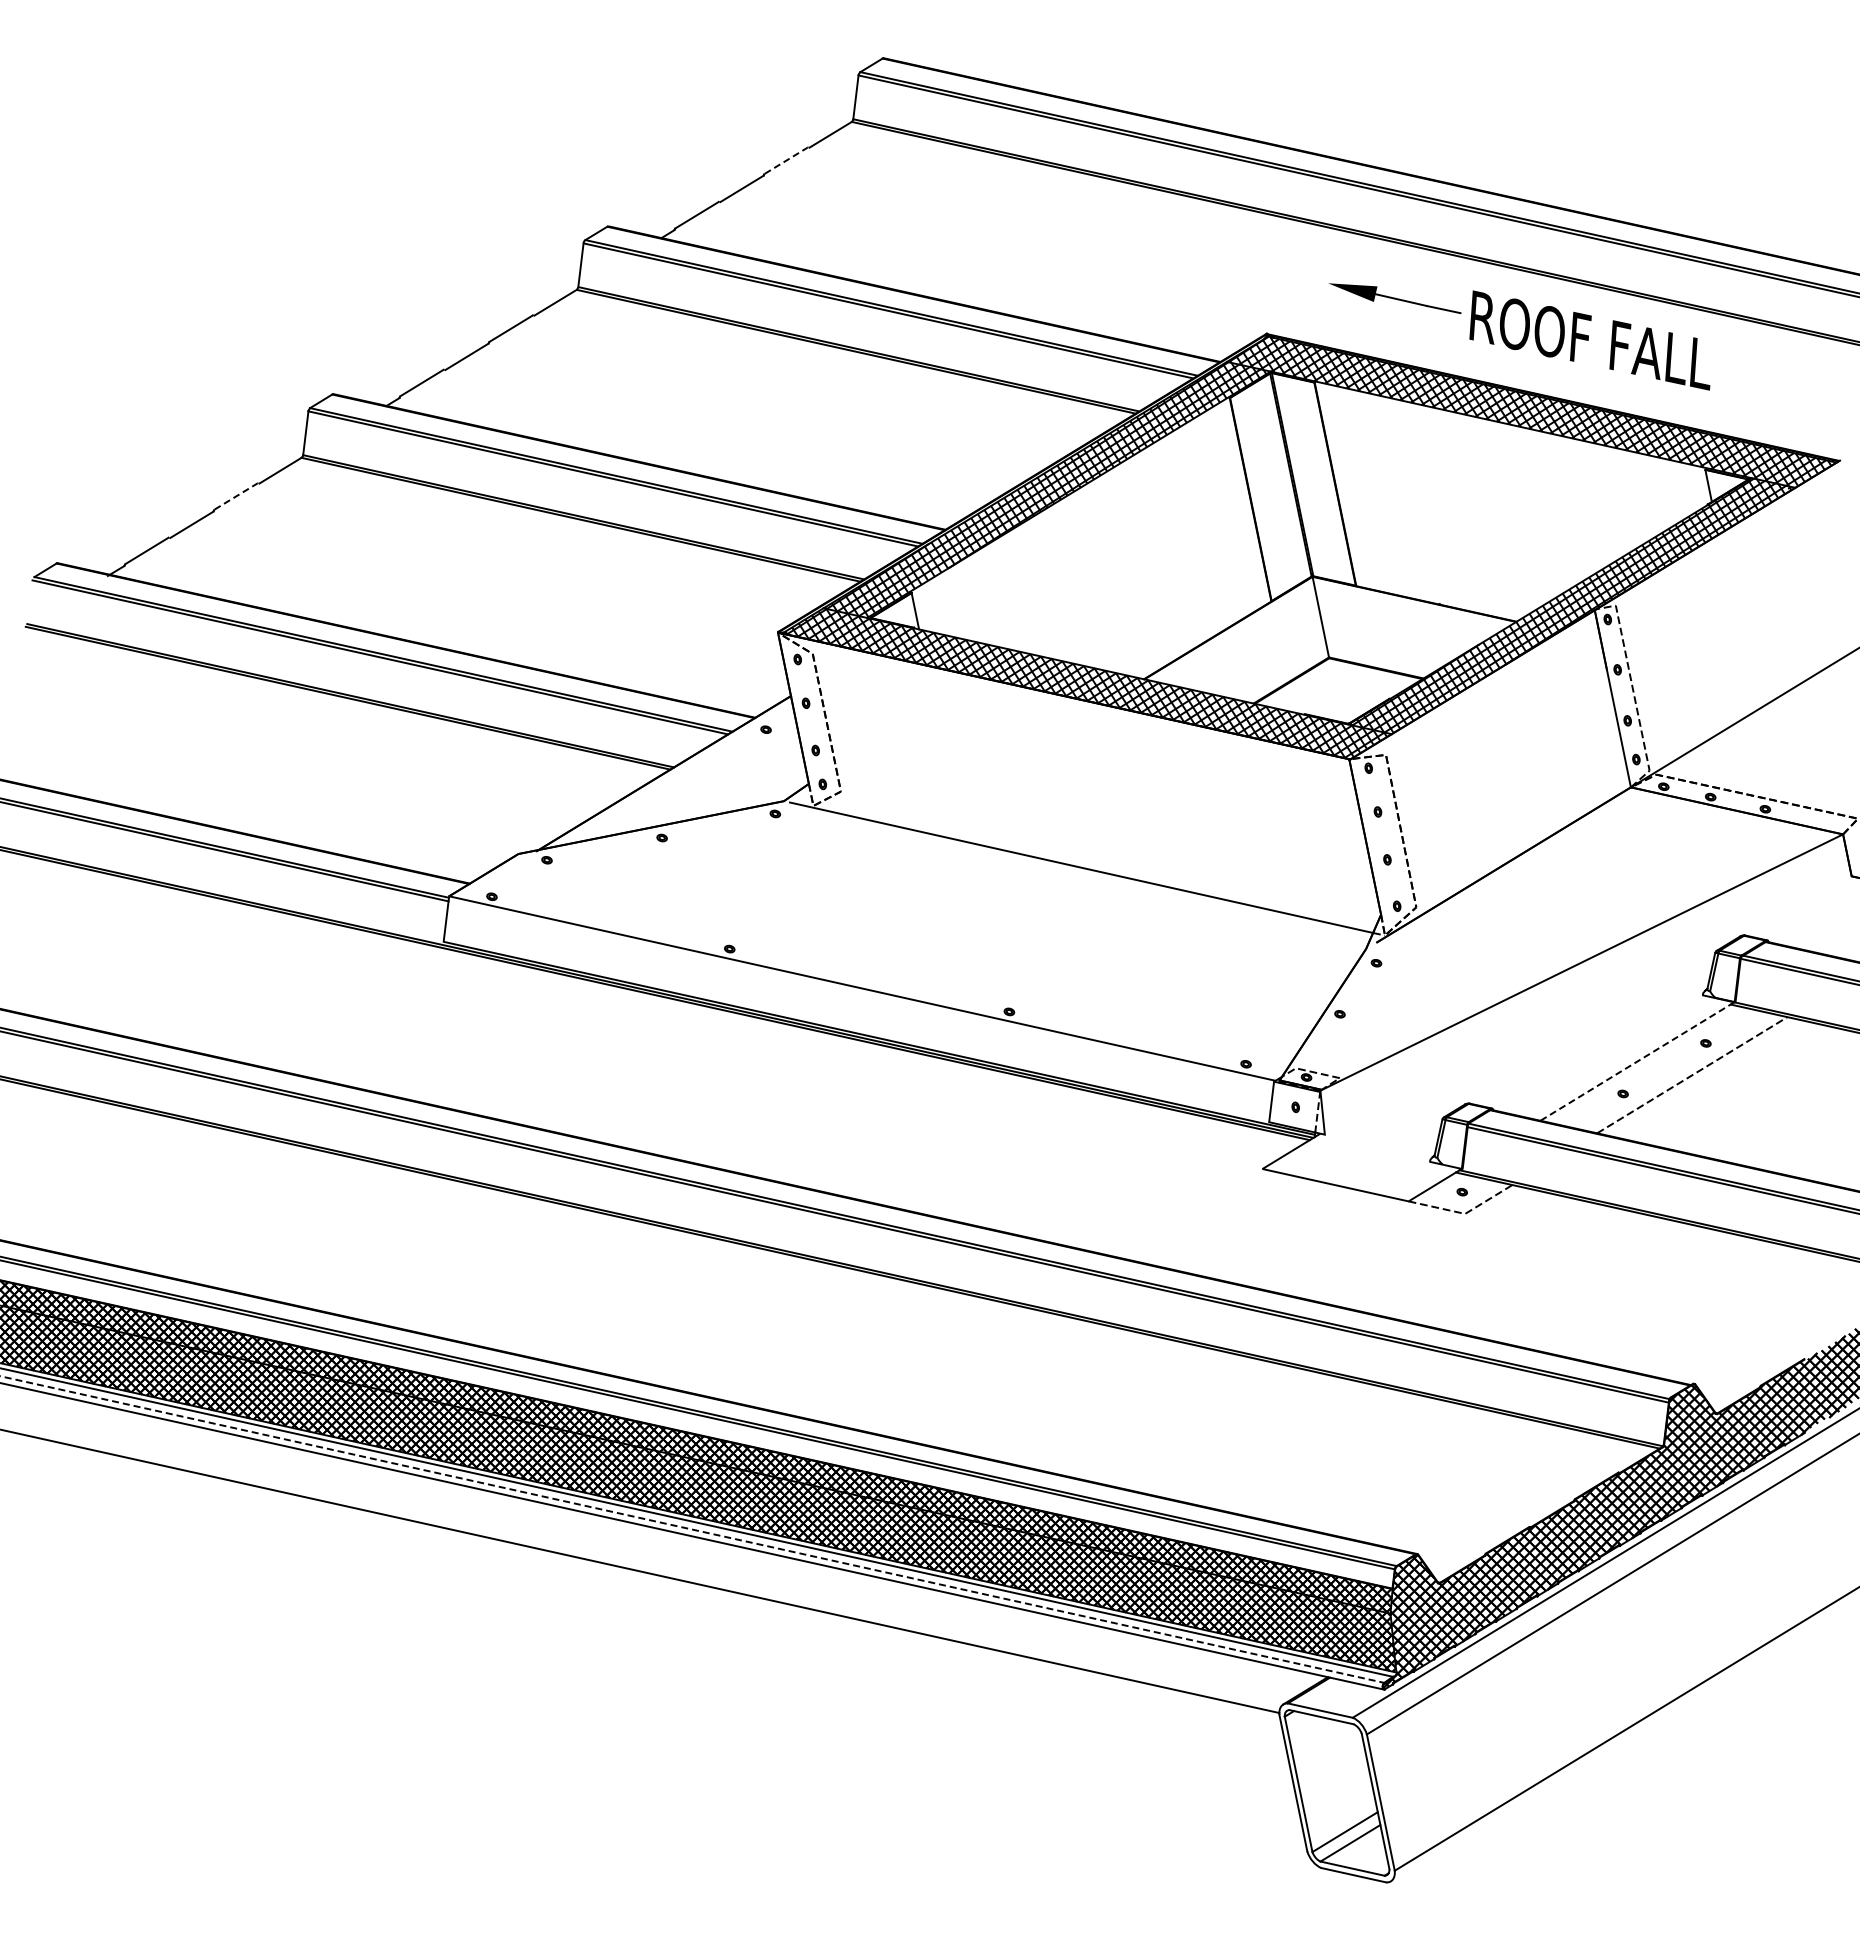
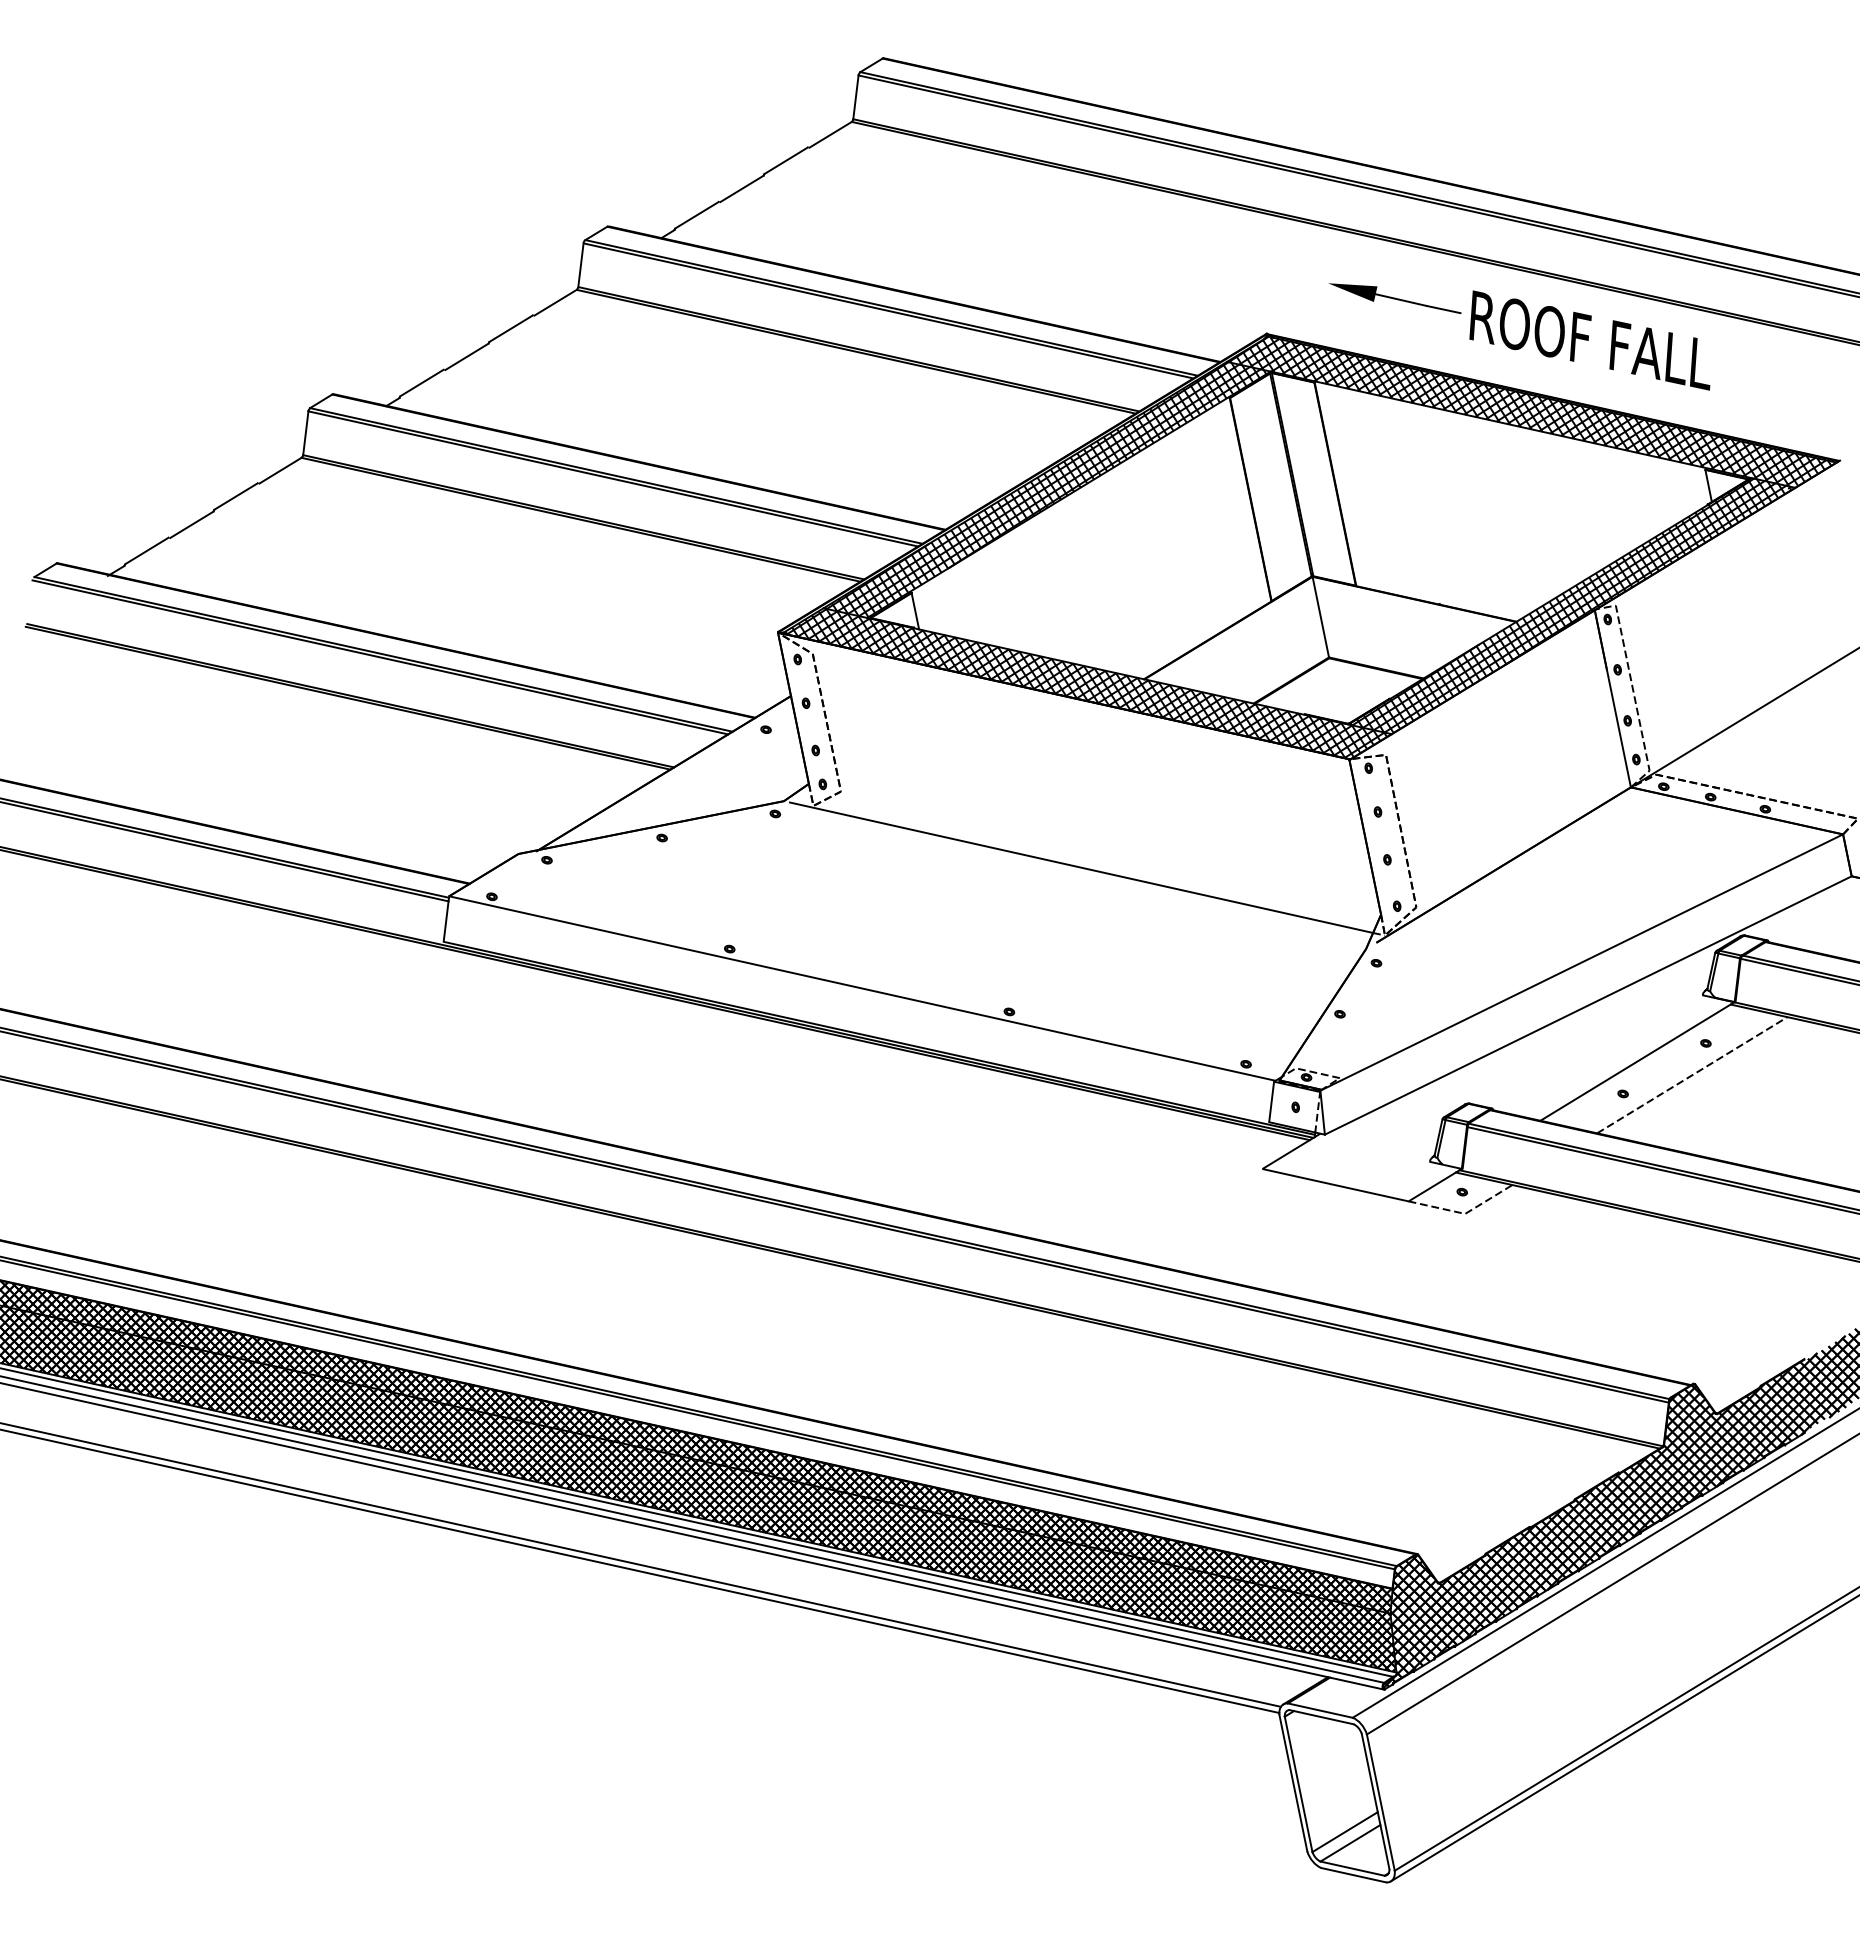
line at (786, 160): dashed -> solid
line at (236, 496): dashed -> solid
line at (1587, 1005): none -> present
line at (1637, 1061): dashed -> solid
line at (692, 1529): dashed -> solid
line at (641, 1564): none -> present
line at (1623, 1738): none -> present
